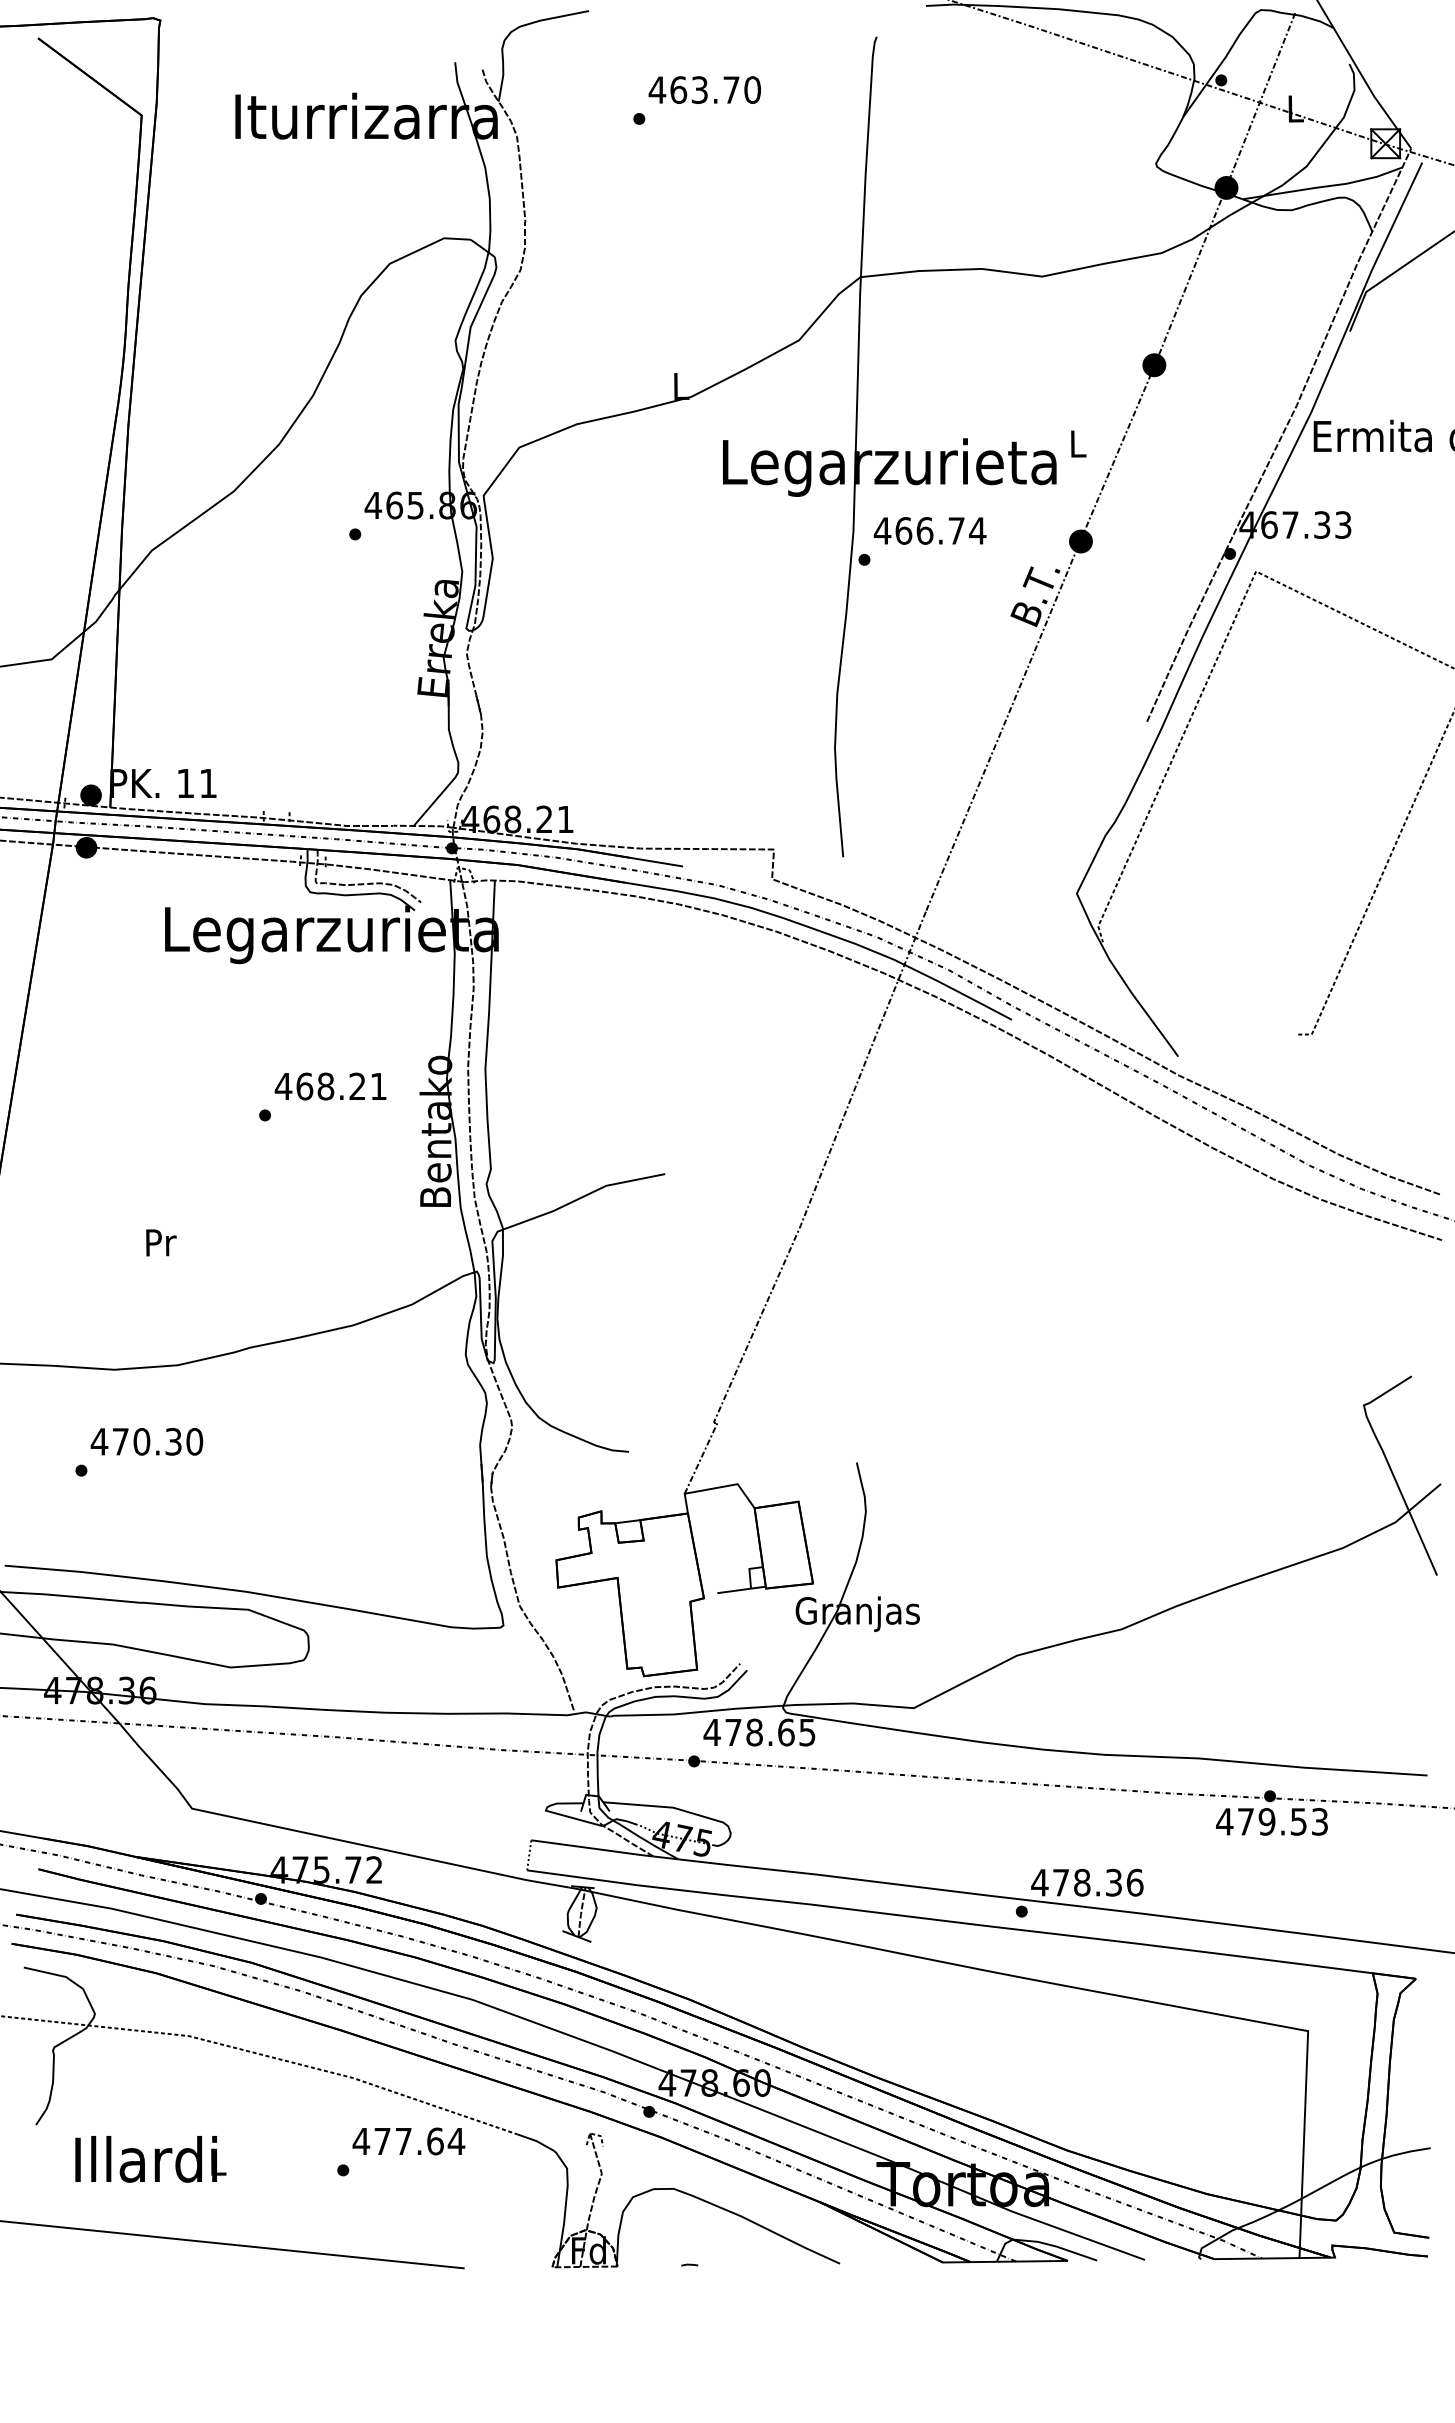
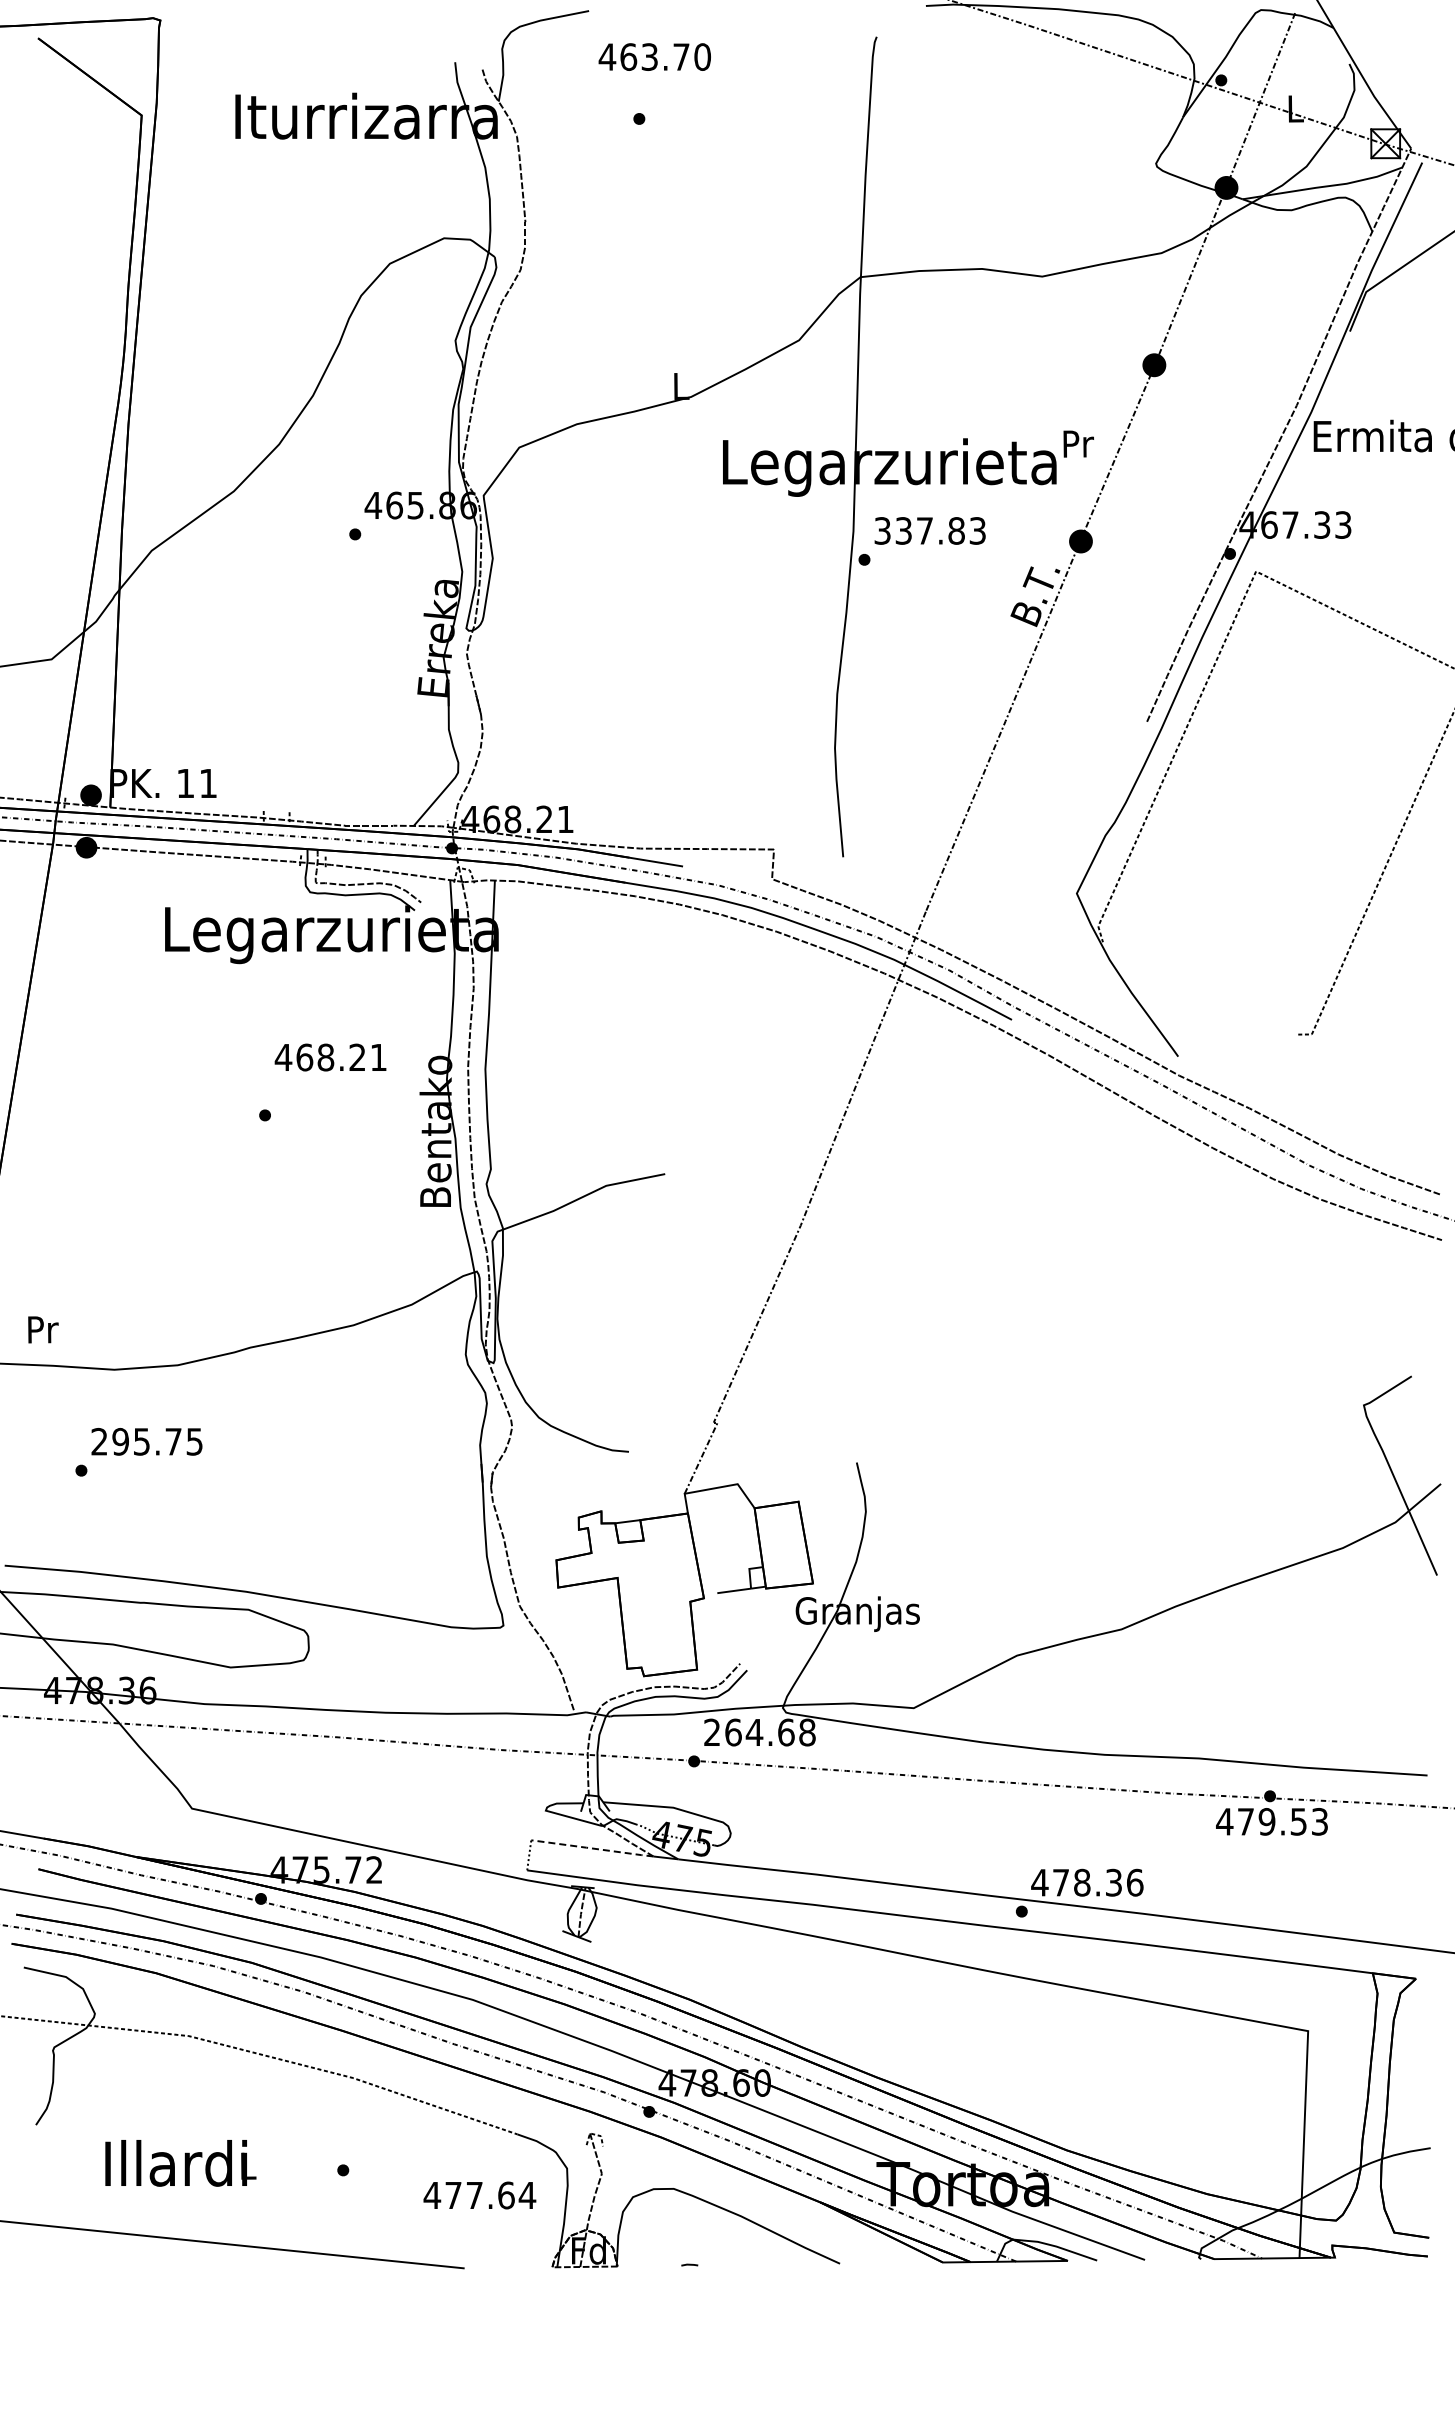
text at (704, 89) position: (704, 89) -> (654, 56)
text at (1078, 443): L -> Pr
text at (929, 530): 466.74 -> 337.83
text at (330, 1086) position: (330, 1086) -> (330, 1057)
text at (161, 1242) position: (161, 1242) -> (43, 1329)
text at (146, 1441): 470.30 -> 295.75
text at (759, 1732): 478.65 -> 264.68
line at (592, 1848): solid -> dashed
text at (408, 2141) position: (408, 2141) -> (479, 2195)
text at (150, 2159) position: (150, 2159) -> (180, 2163)
